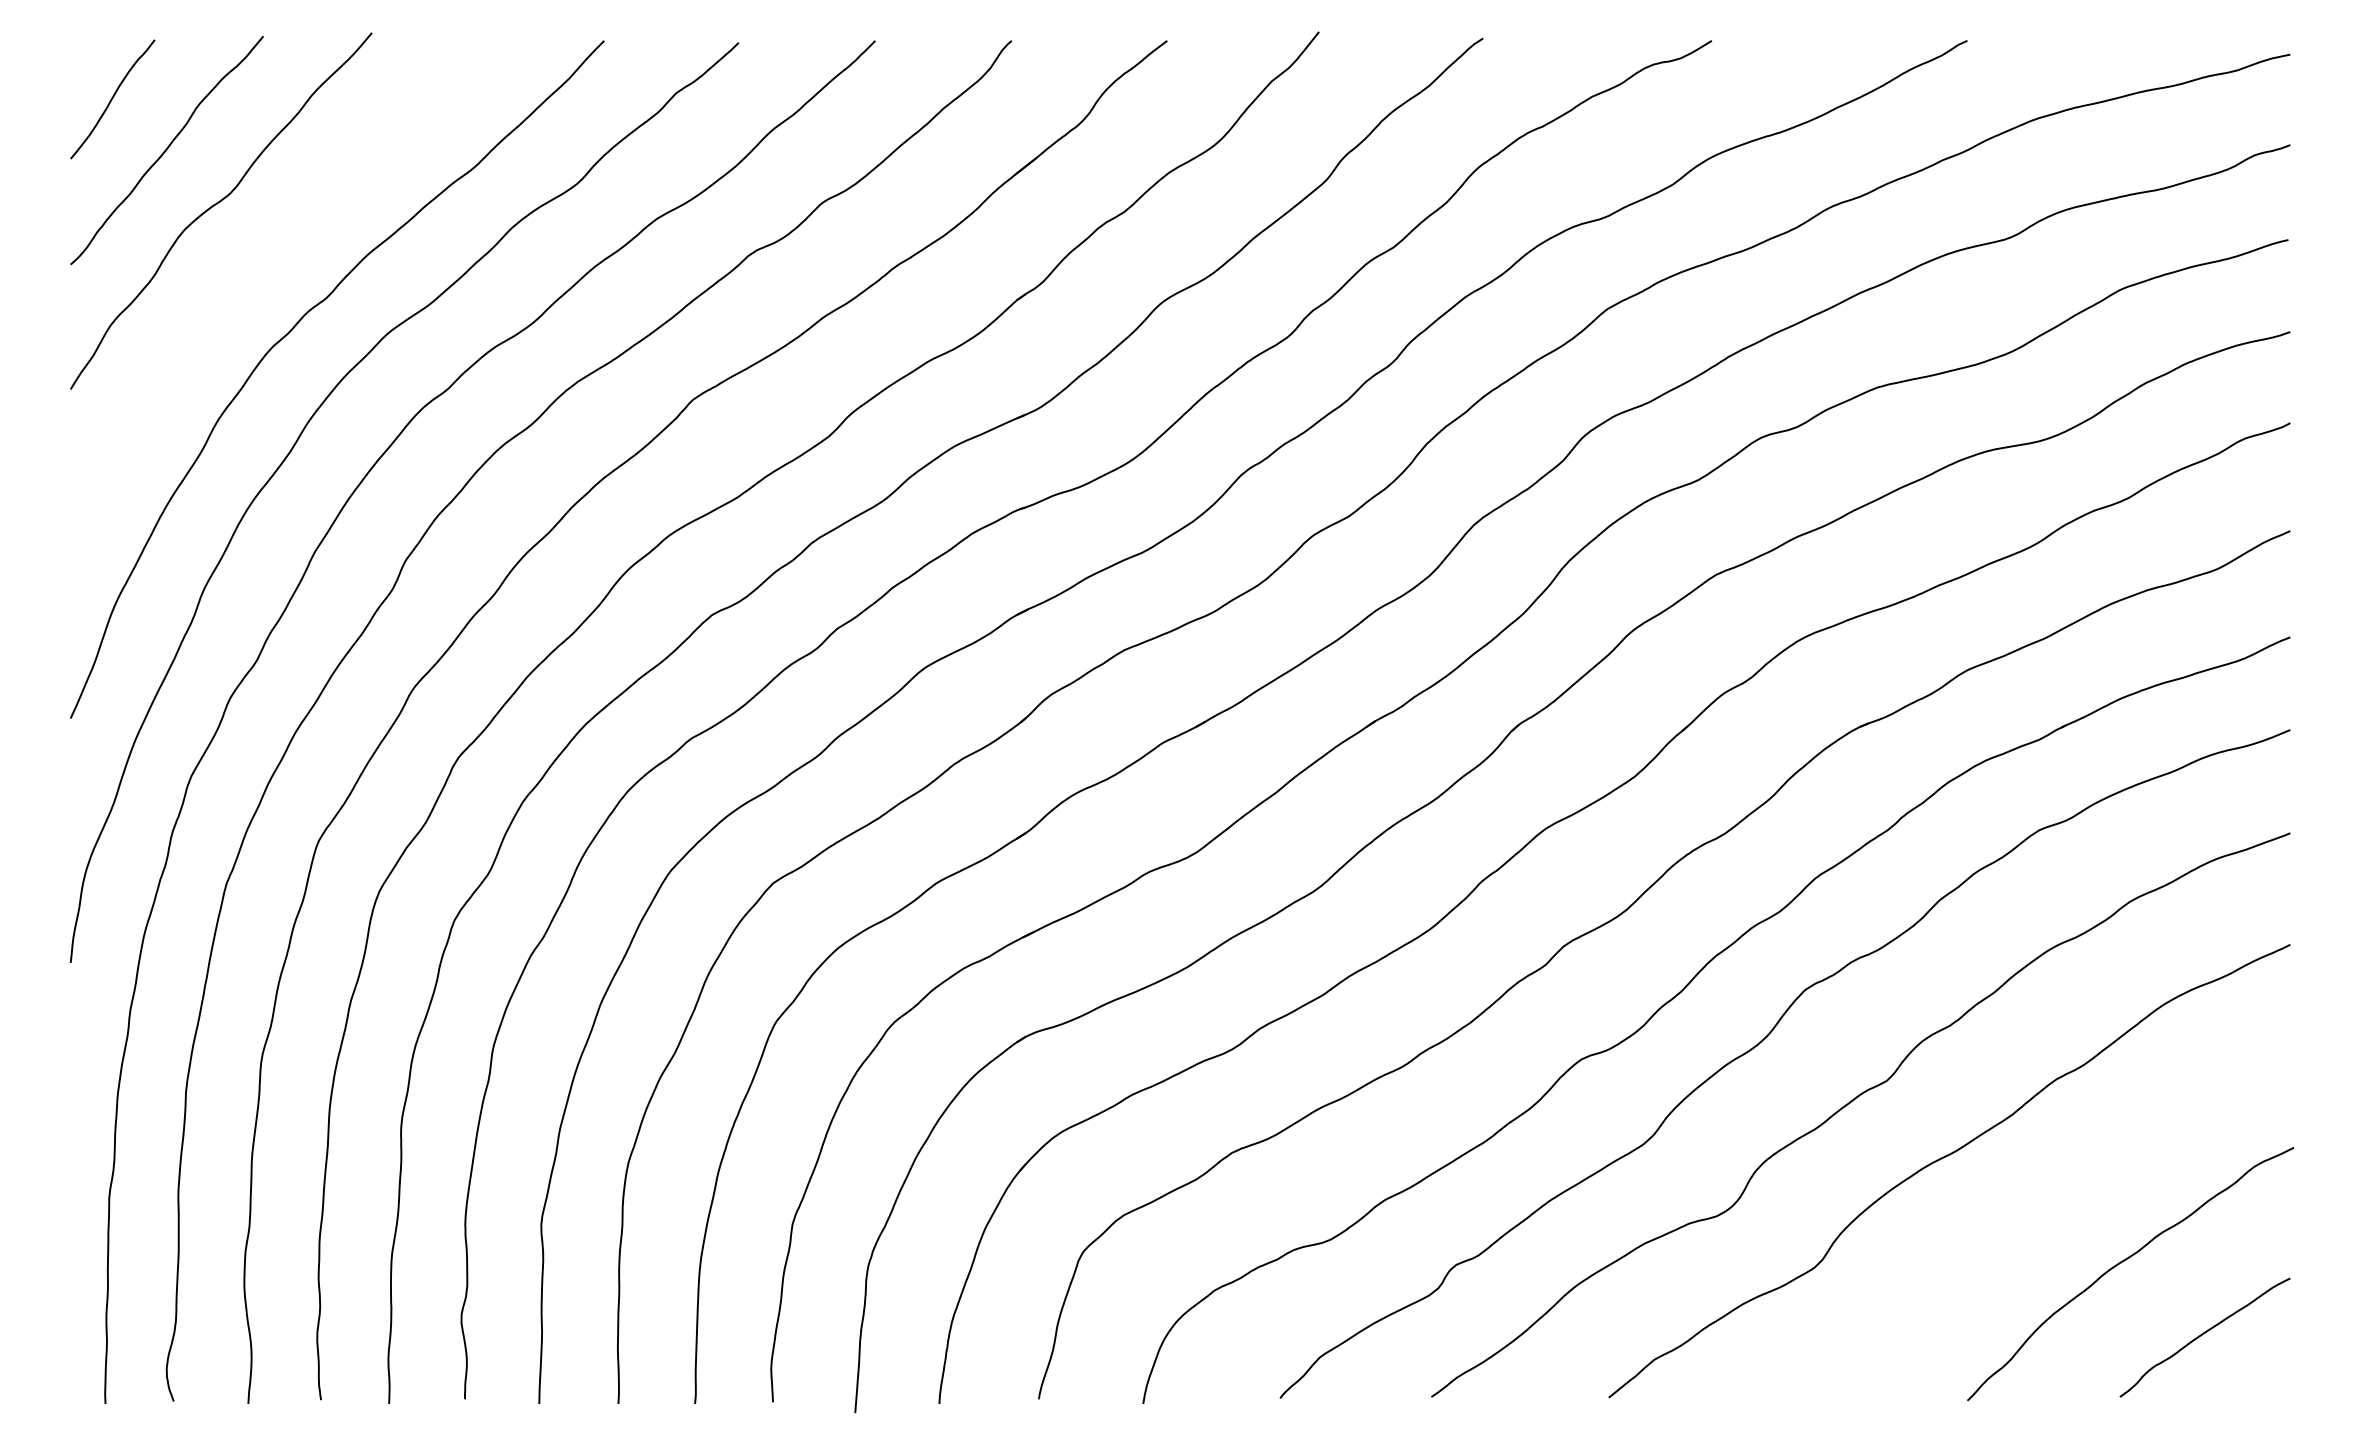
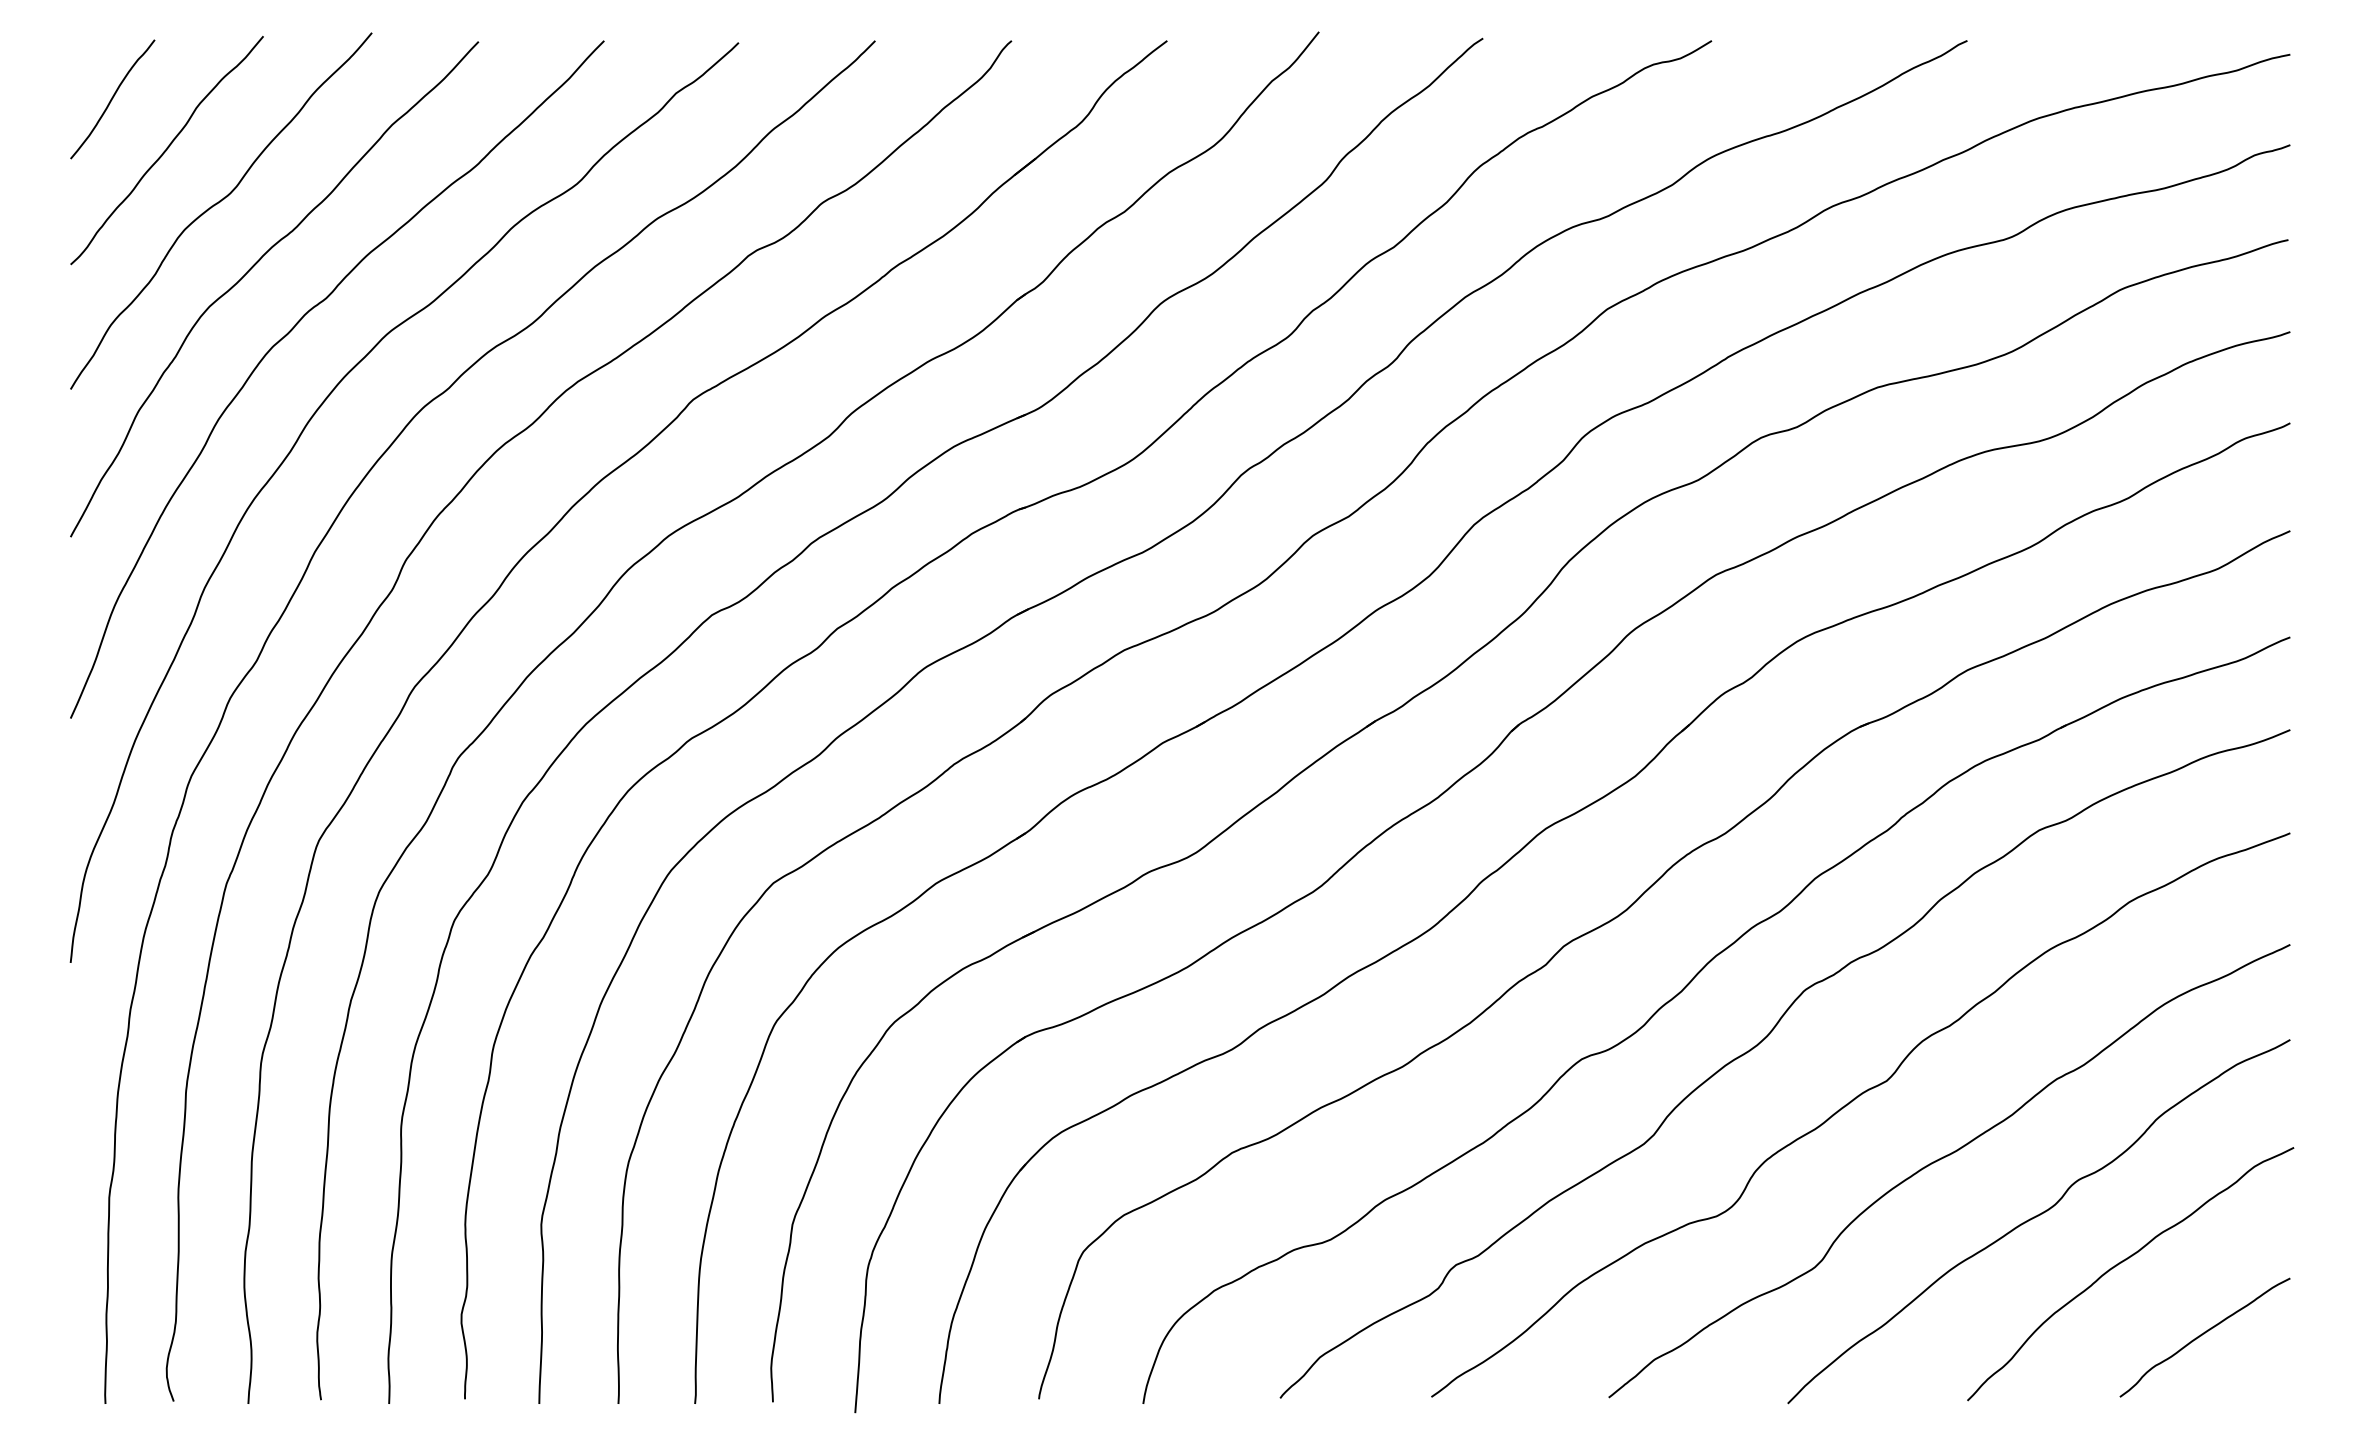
curve at (253, 267): none -> present
curve at (2036, 1217): none -> present
